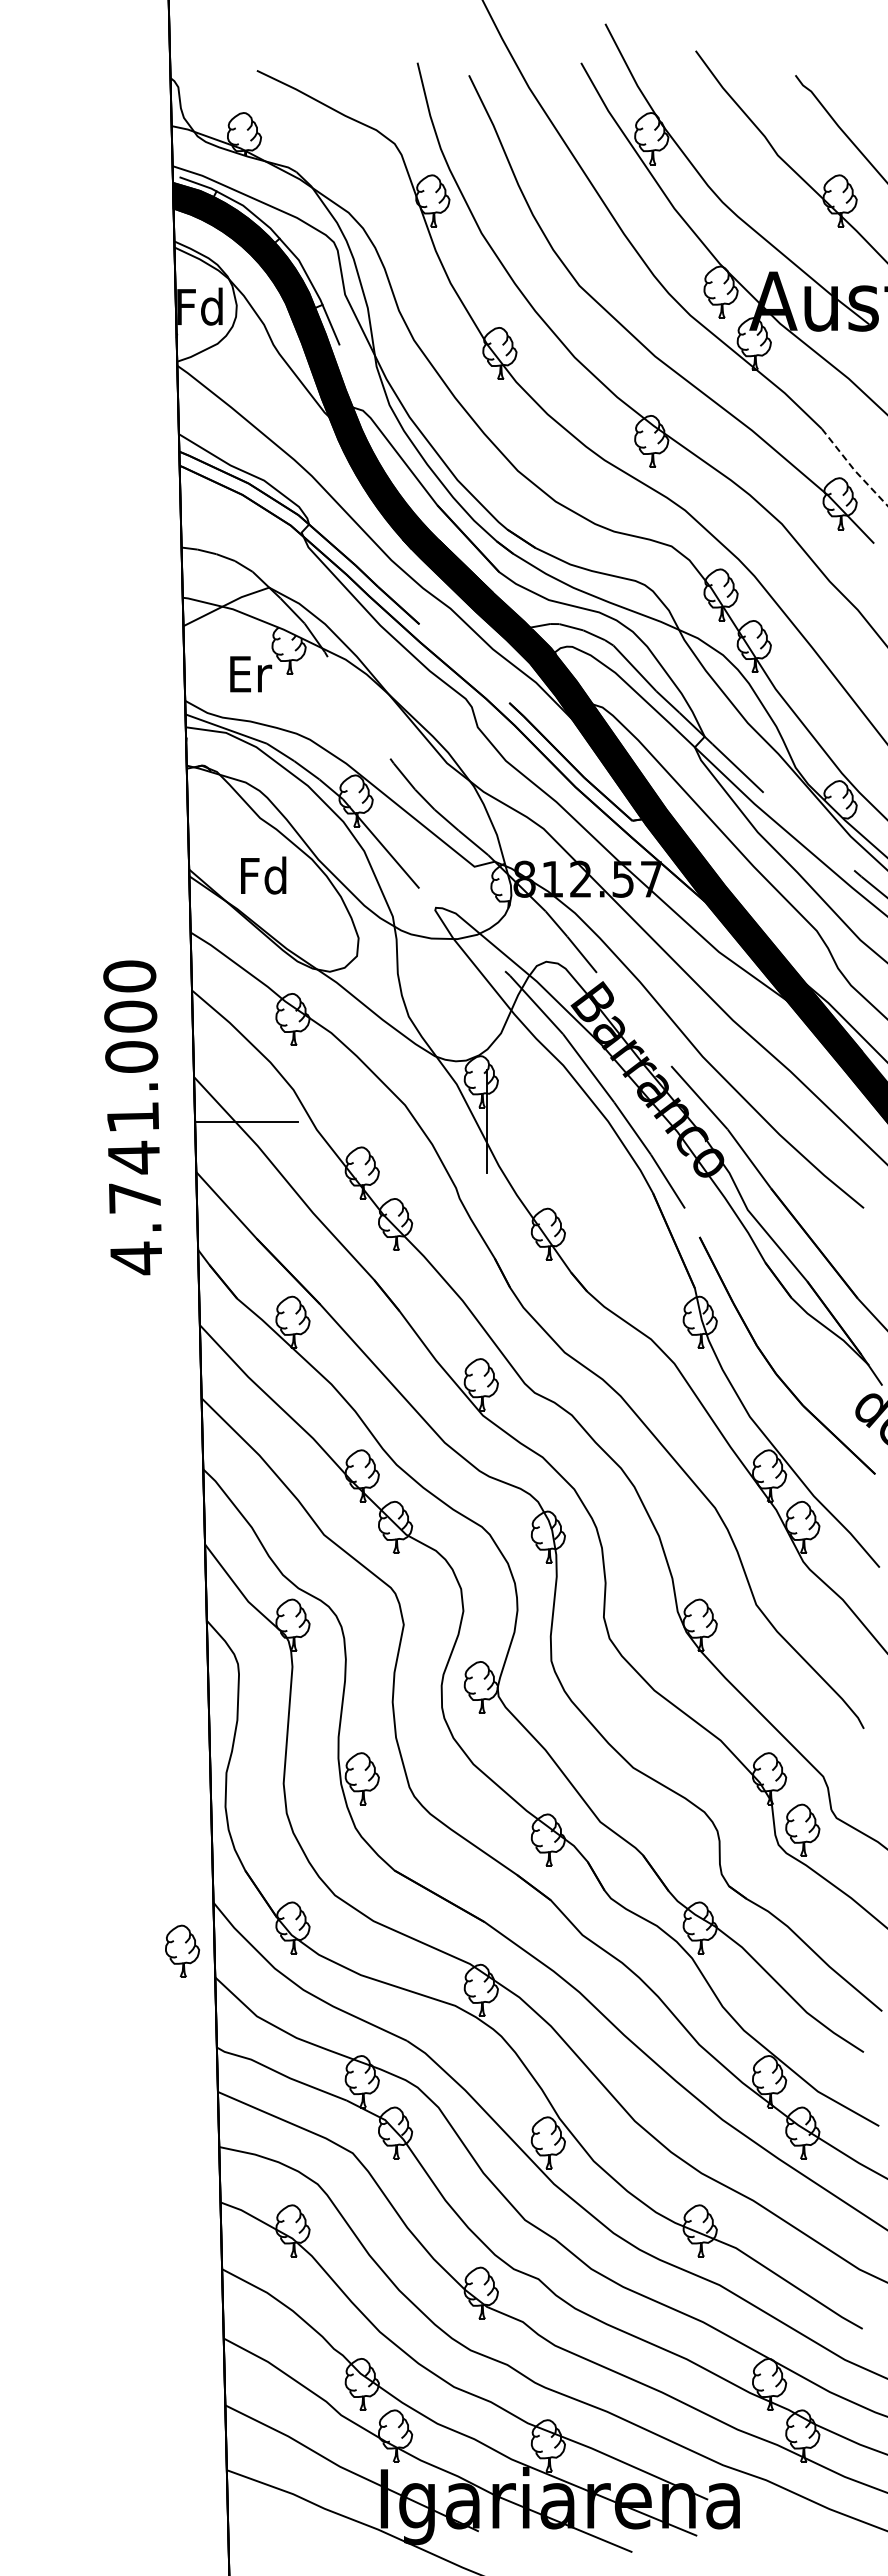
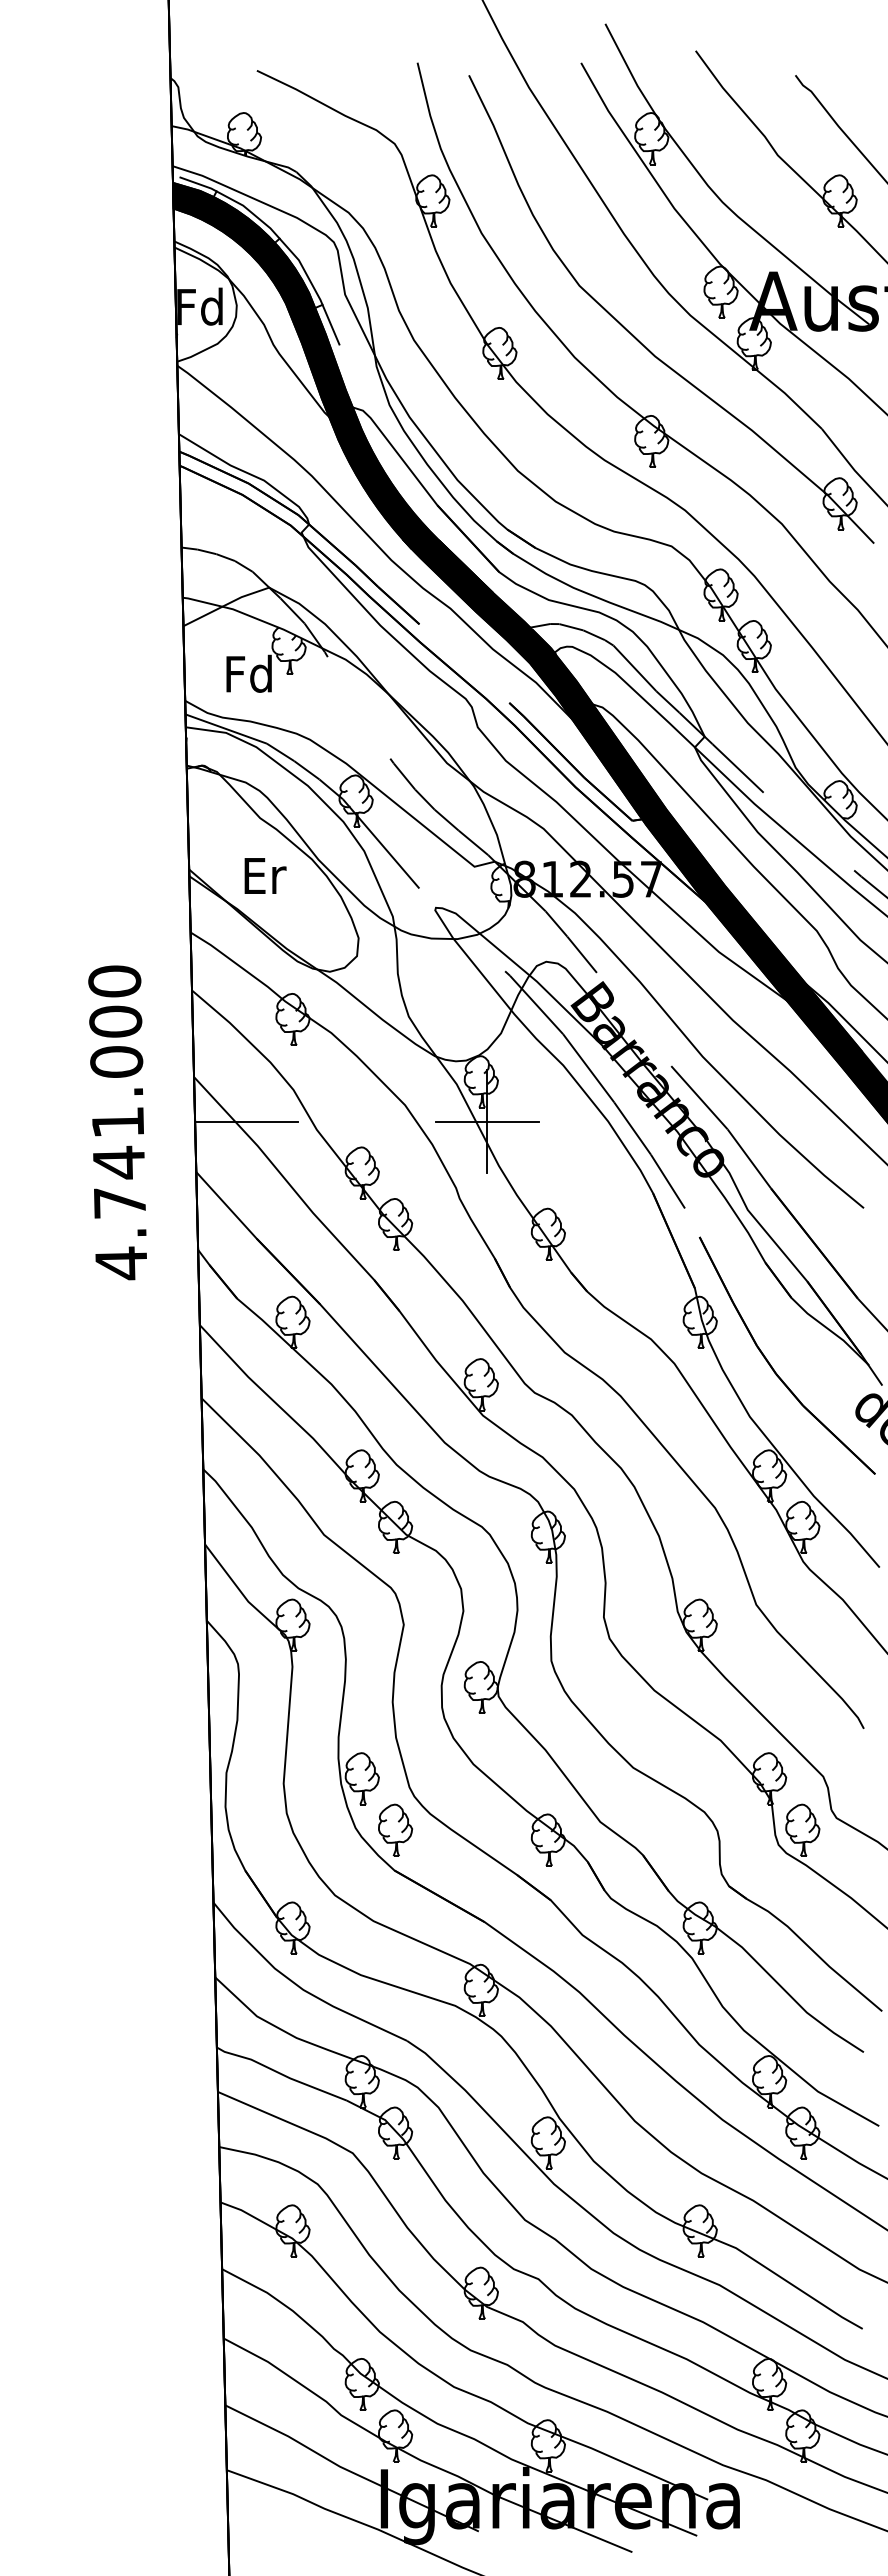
line at (853, 469): dashed -> solid
text at (249, 673): Er -> Fd
text at (263, 875): Fd -> Er
text at (132, 1117) position: (132, 1117) -> (117, 1122)
line at (487, 1121): none -> present
part at (182, 1950) position: (182, 1950) -> (395, 1829)
